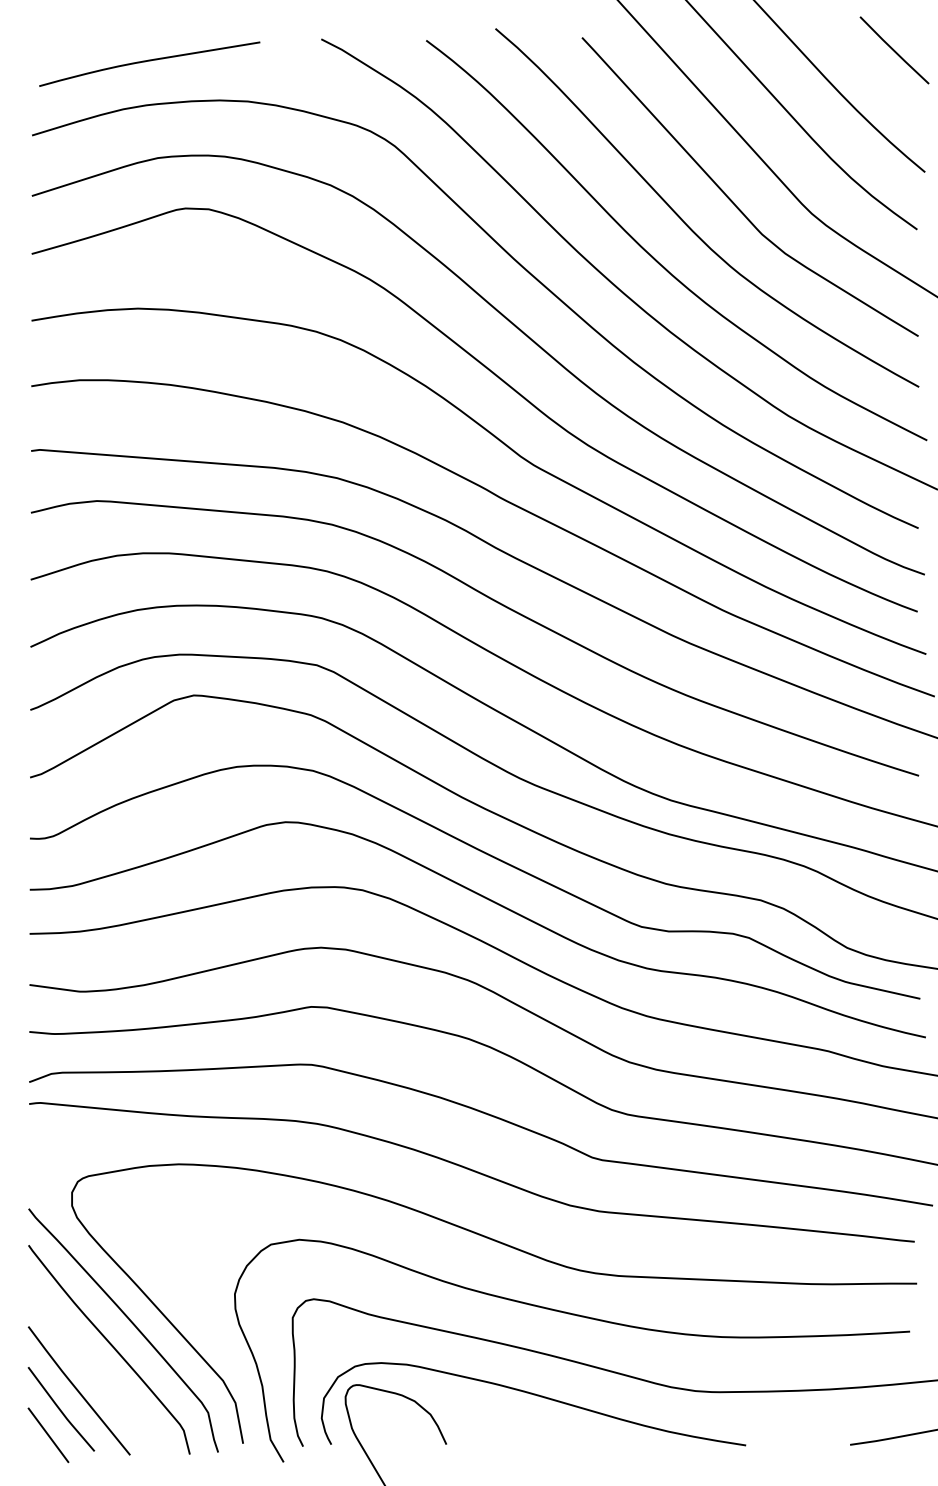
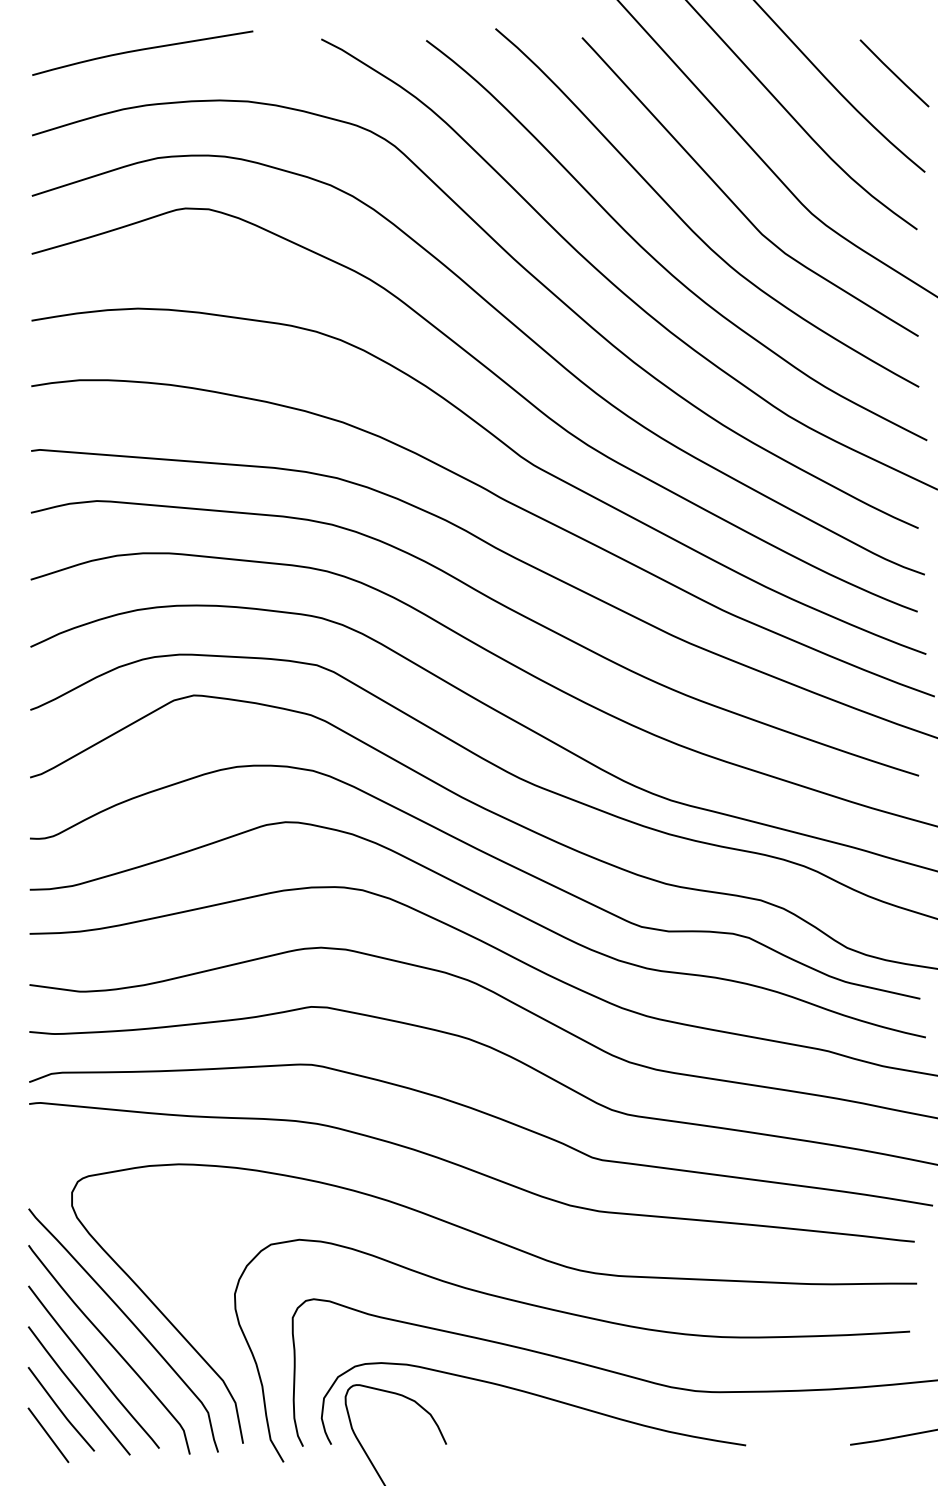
line at (894, 50) position: (894, 50) -> (894, 73)
curve at (149, 61) position: (149, 61) -> (142, 50)
curve at (92, 1366): none -> present
